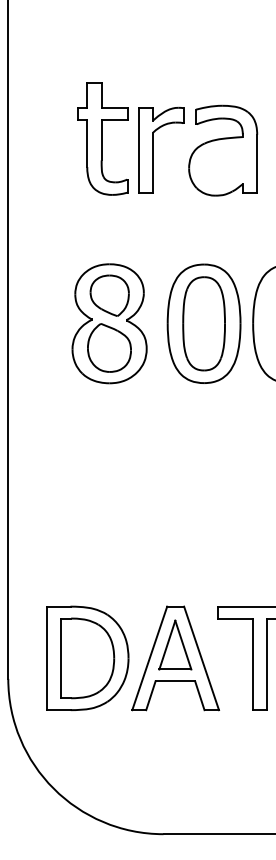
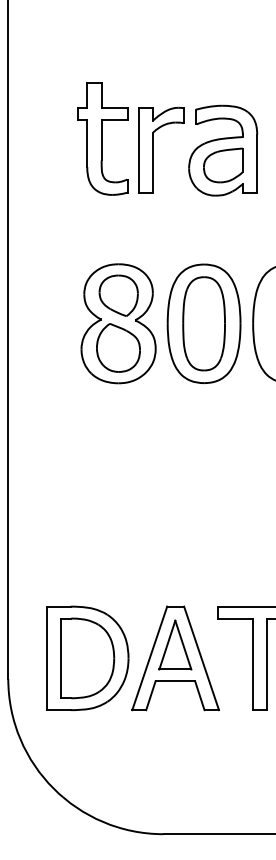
part at (223, 165): none -> present
part at (109, 323) position: (109, 323) -> (118, 323)
